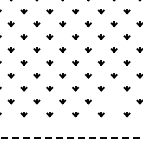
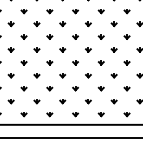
part at (113, 101): none -> present
line at (70, 124): none -> present
line at (71, 137): dashed -> solid
